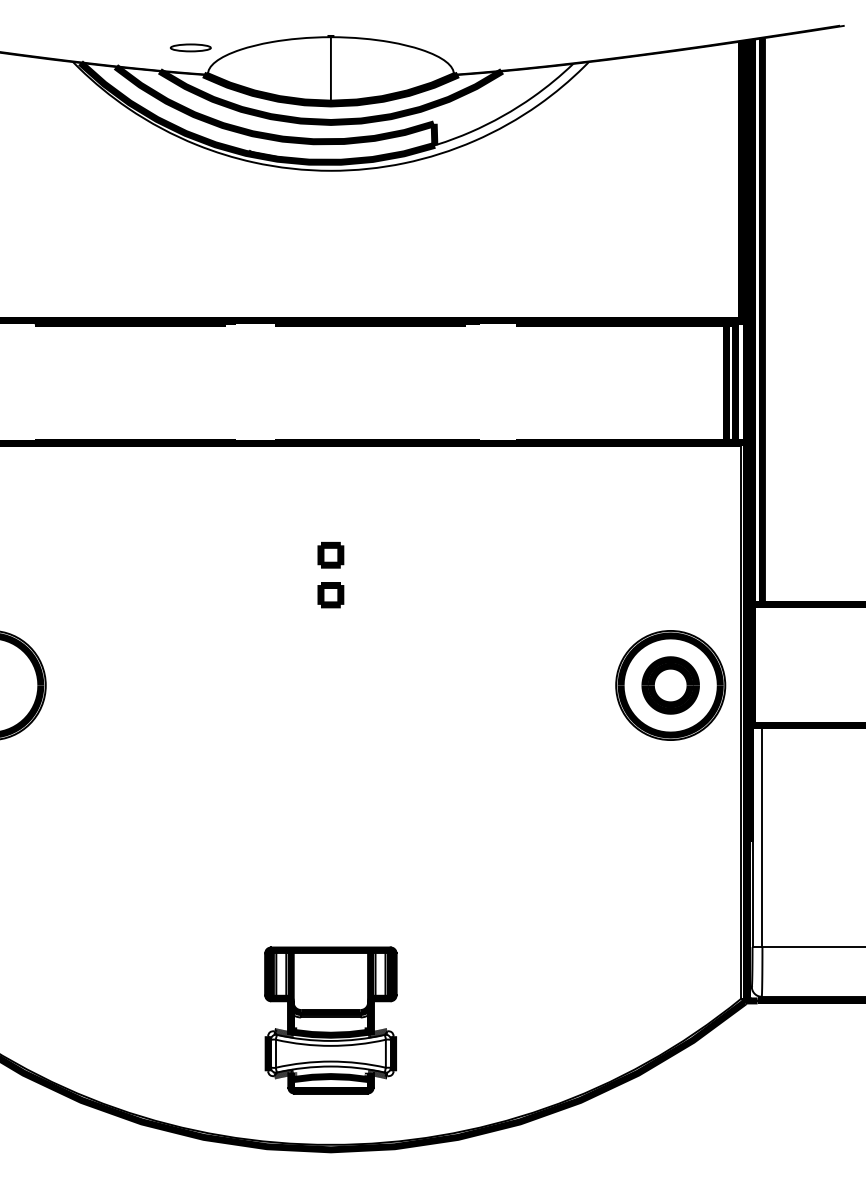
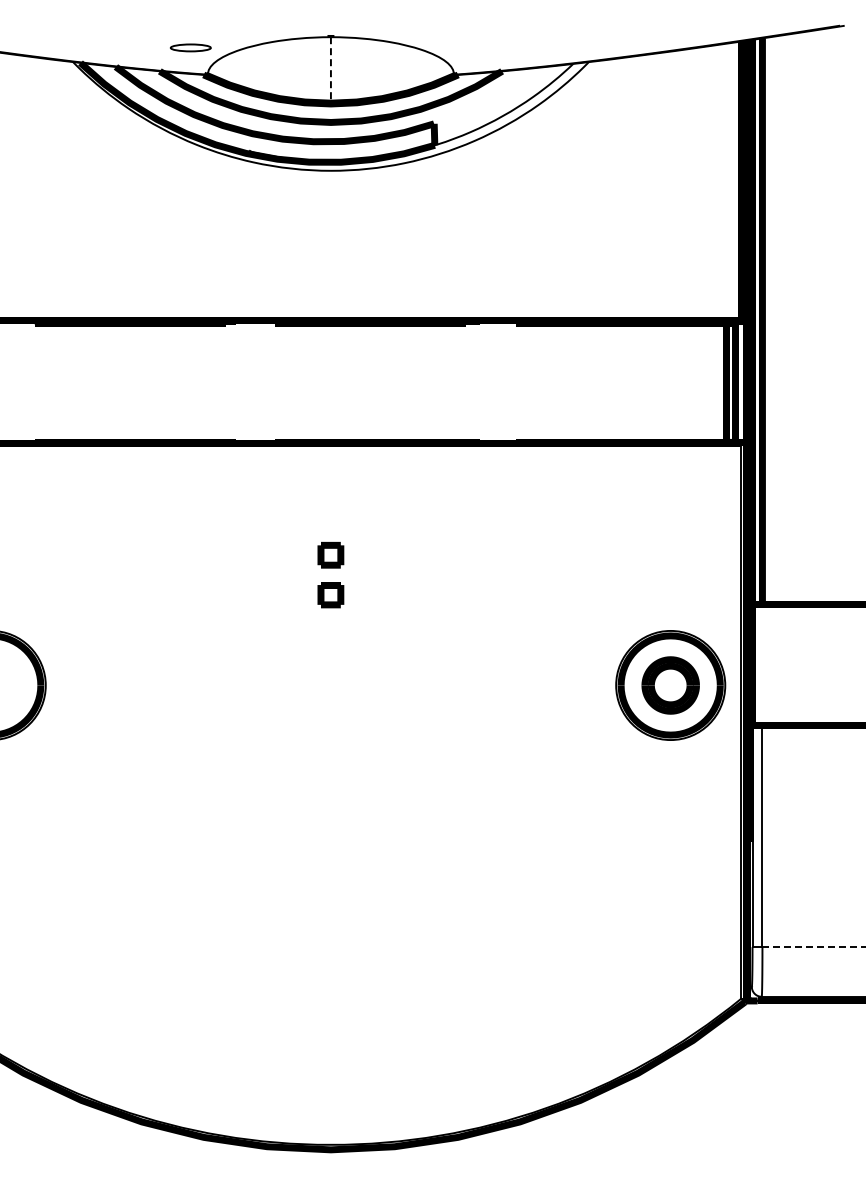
line at (330, 70): solid -> dashed
line at (814, 947): solid -> dashed
part at (330, 1020): present -> none
